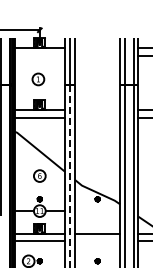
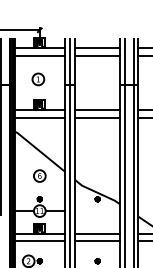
line at (97, 48): none -> present
line at (39, 55): none -> present
line at (97, 55): none -> present
line at (97, 110): none -> present
line at (97, 117): none -> present
line at (69, 176): dashed -> solid
line at (97, 241): none -> present
